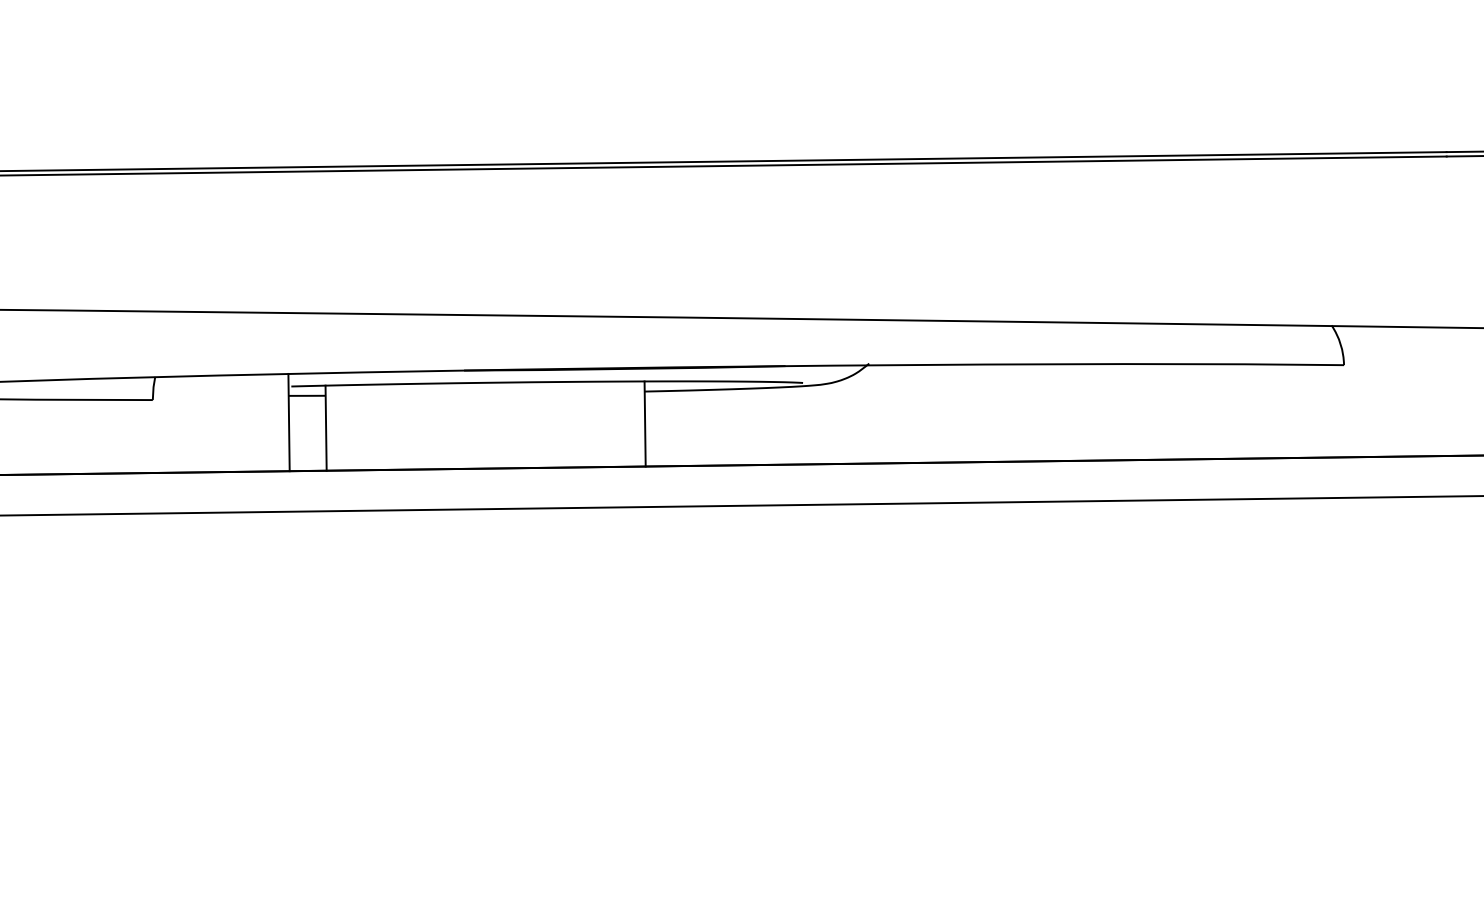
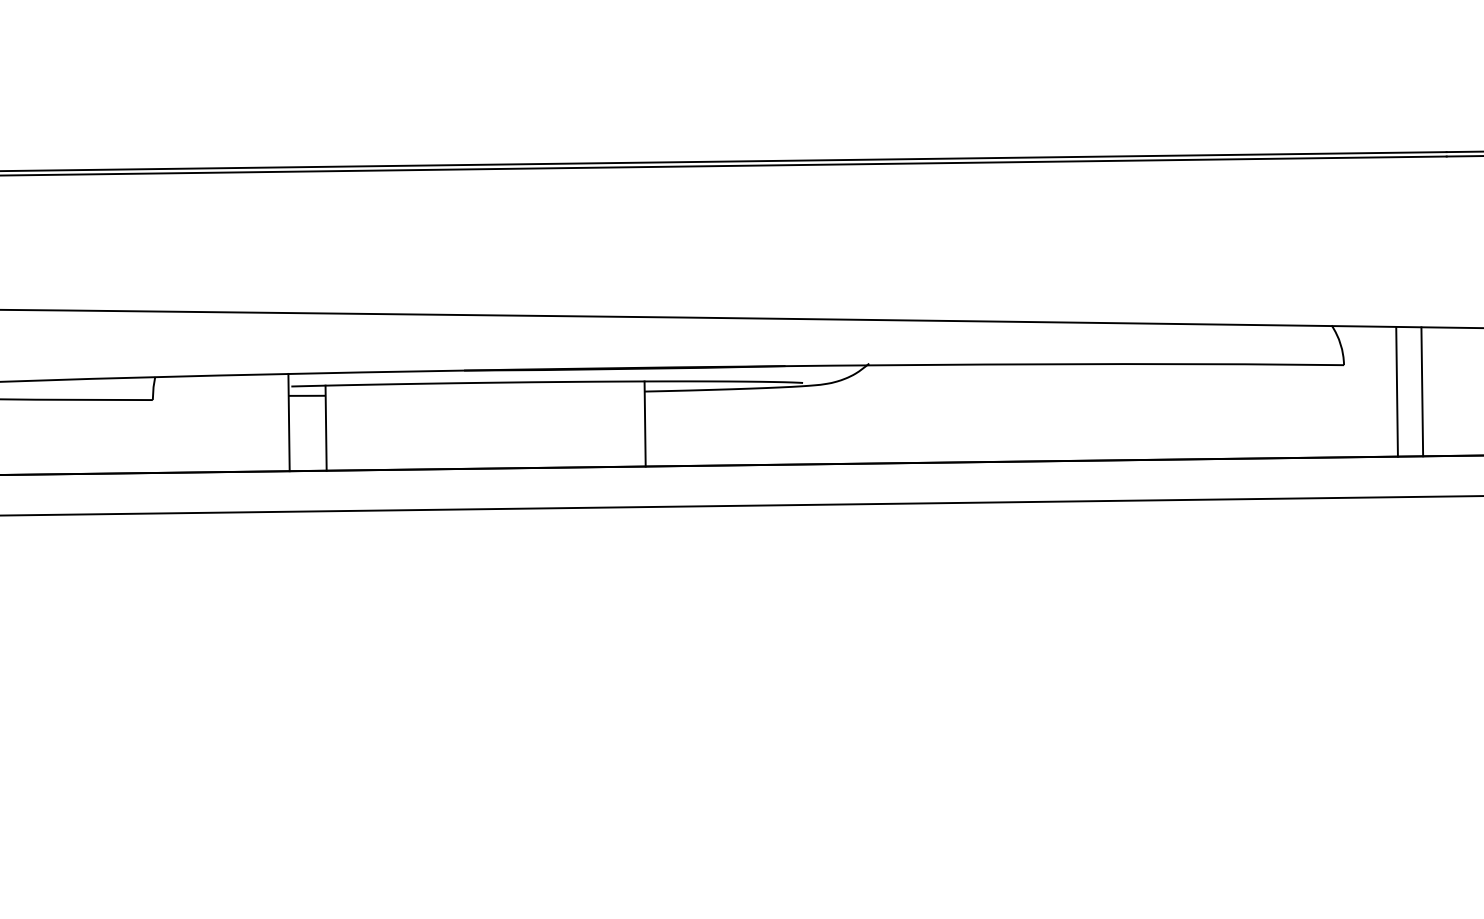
line at (1396, 391): none -> present
line at (1422, 391): none -> present
